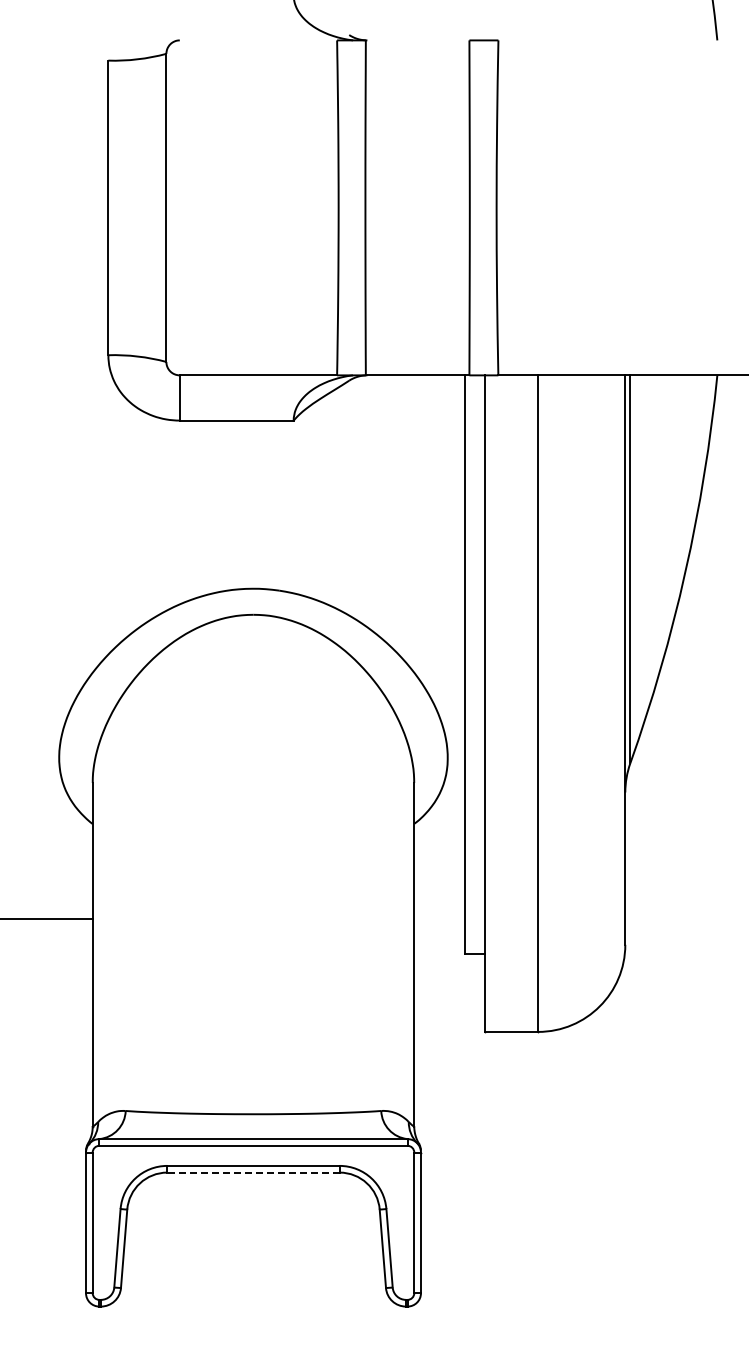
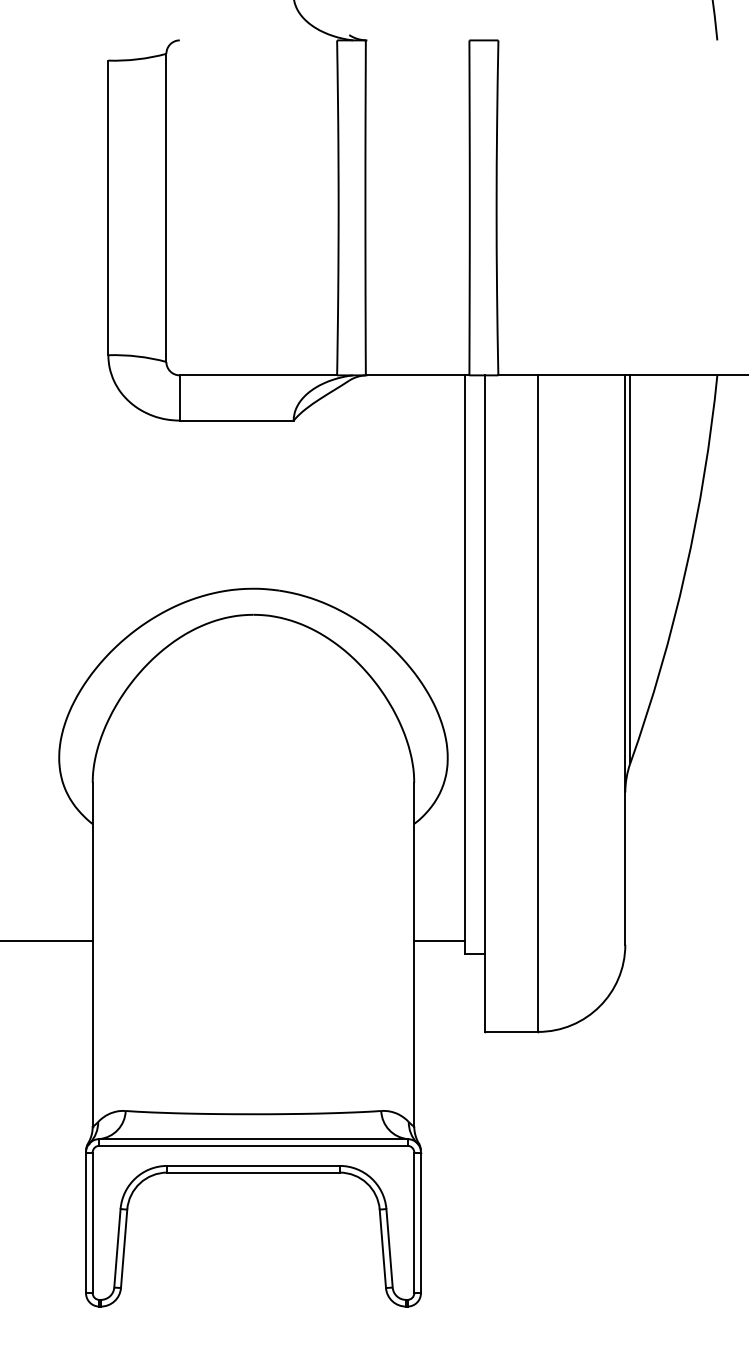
line at (47, 919) position: (47, 919) -> (47, 941)
line at (439, 941): none -> present
line at (253, 1172): dashed -> solid
